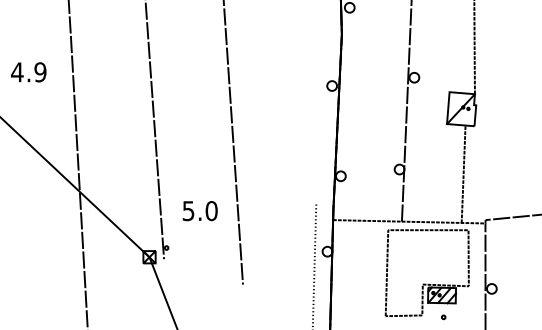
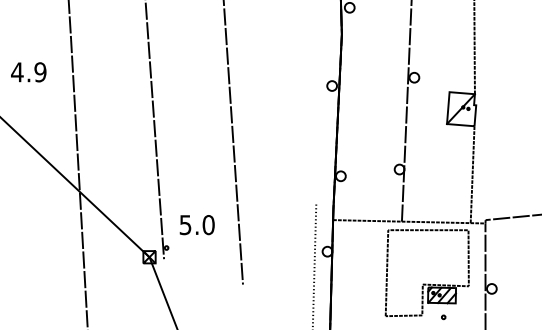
line at (463, 174) position: (463, 174) -> (472, 174)
text at (199, 211) position: (199, 211) -> (196, 225)
